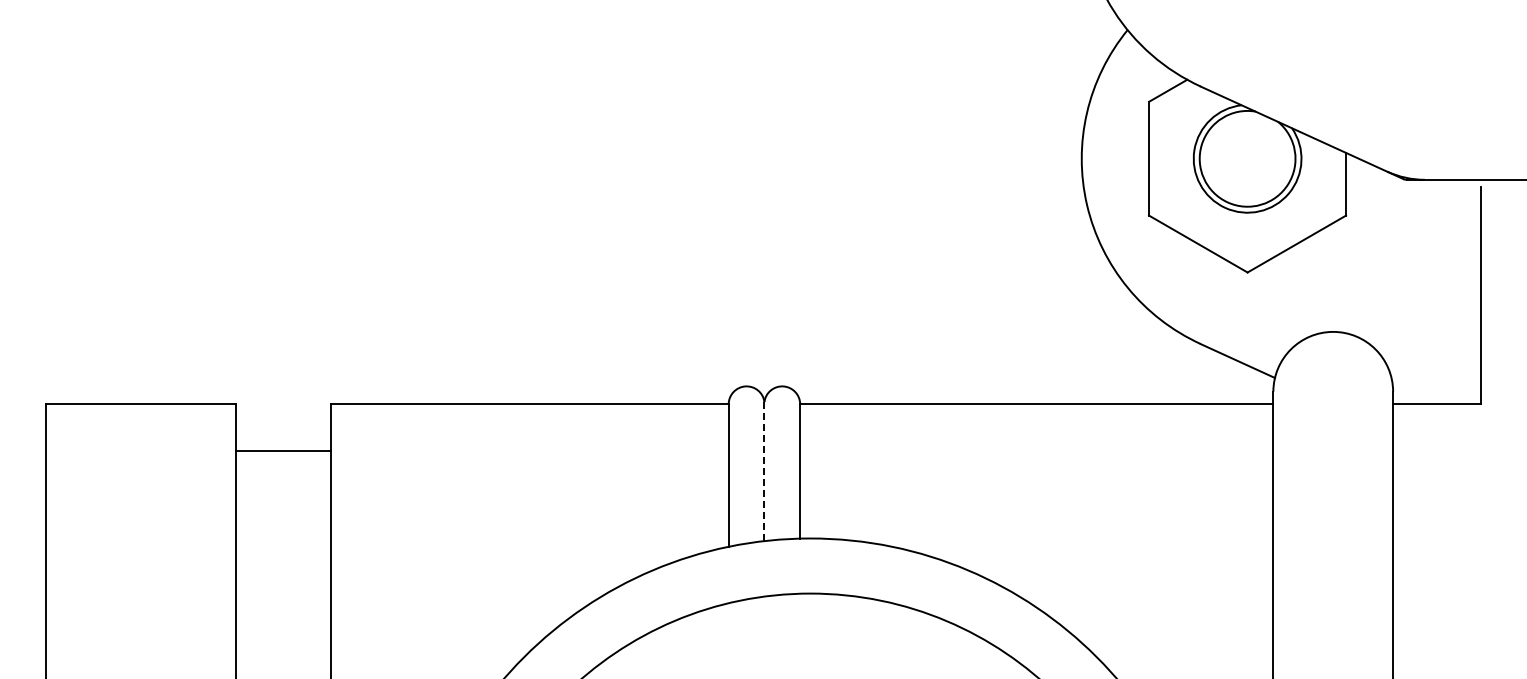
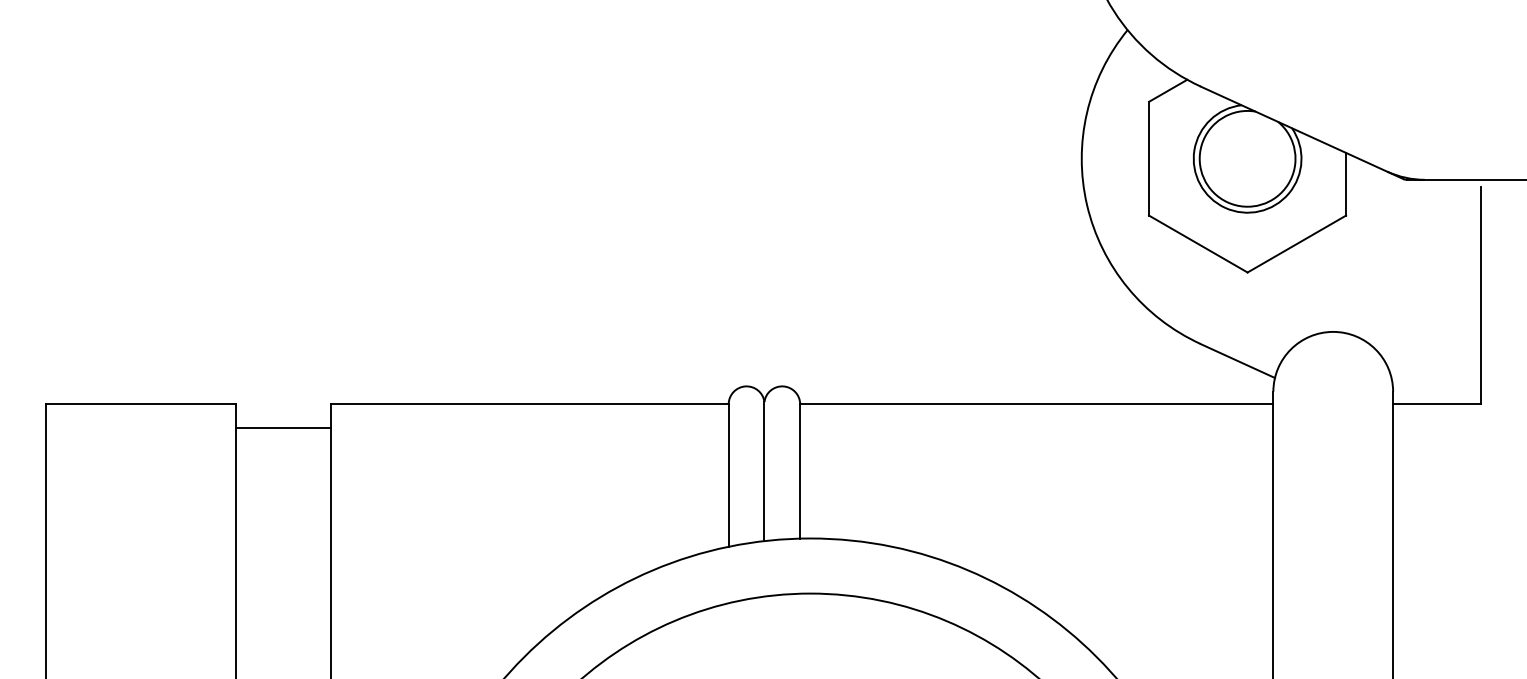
line at (283, 451) position: (283, 451) -> (283, 428)
line at (764, 471): dashed -> solid
